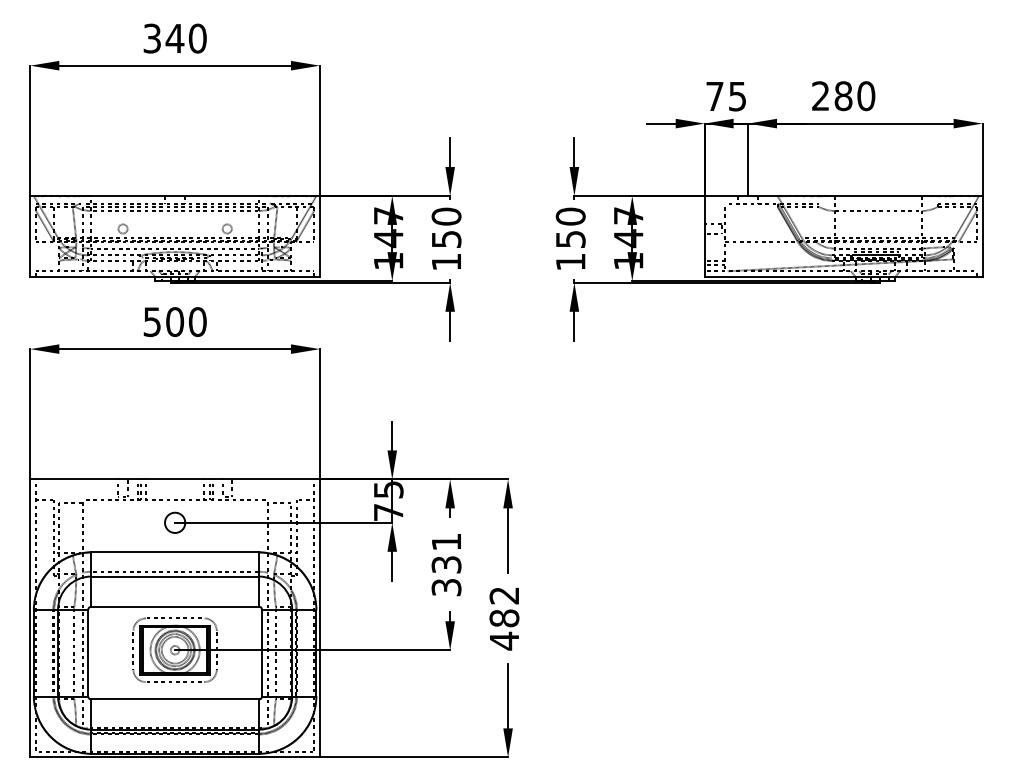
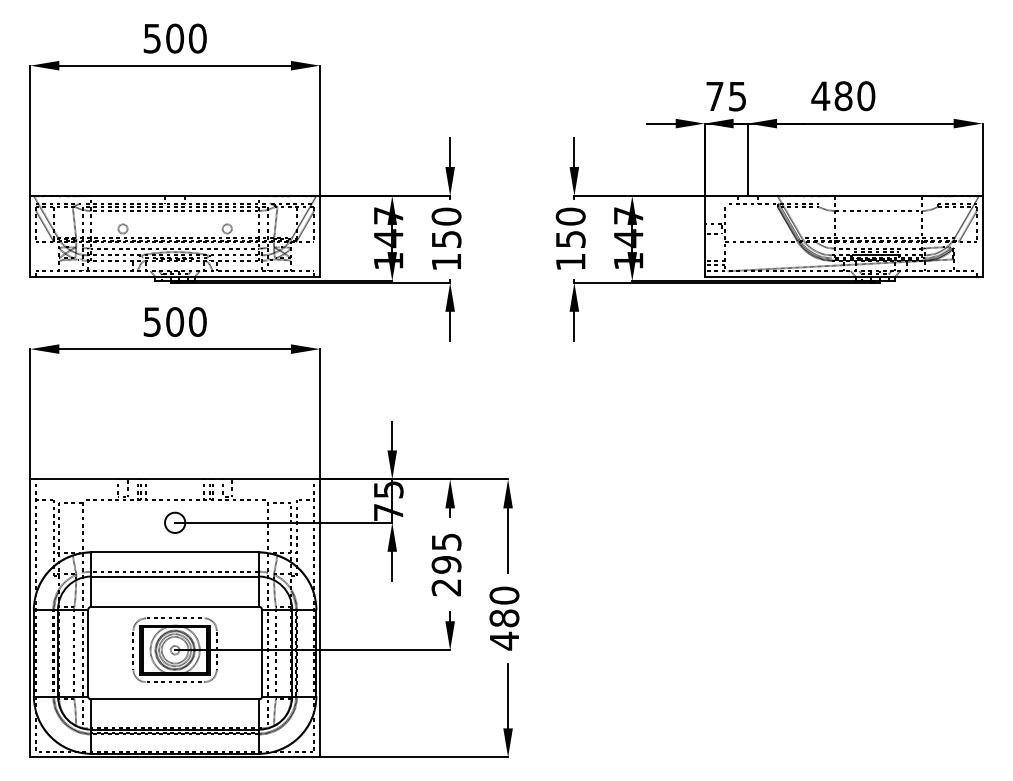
text at (164, 38): 340 -> 500
text at (820, 95): 280 -> 480
text at (446, 564): 331 -> 295
text at (504, 595): 482 -> 480
